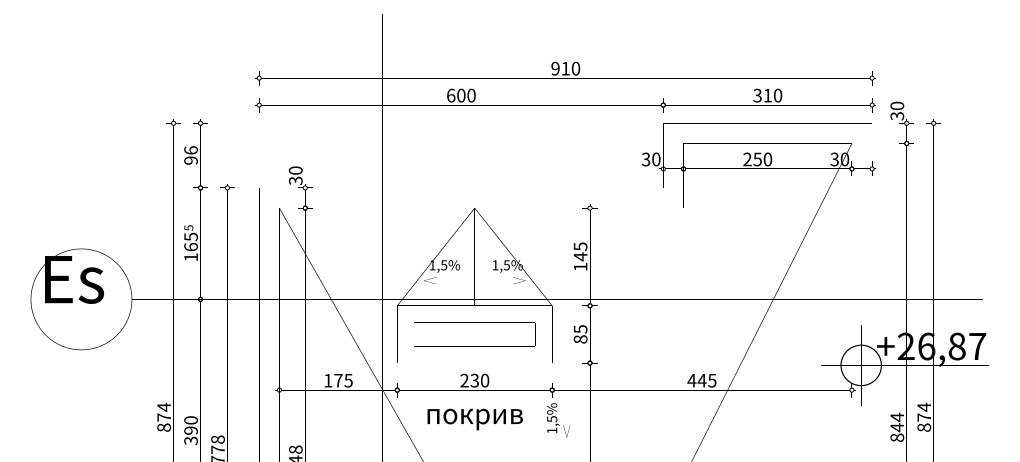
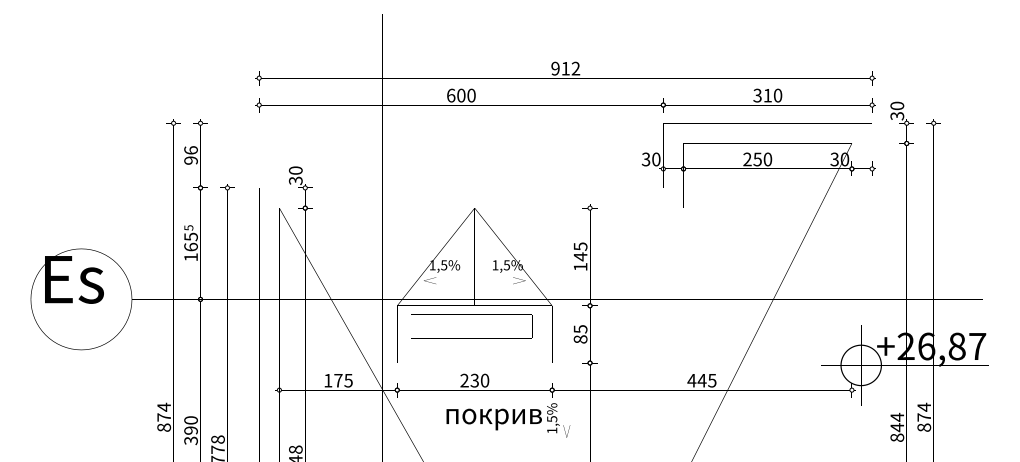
text at (575, 68): 910 -> 912
part at (474, 322) position: (474, 322) -> (471, 314)
text at (474, 419) position: (474, 419) -> (493, 419)
